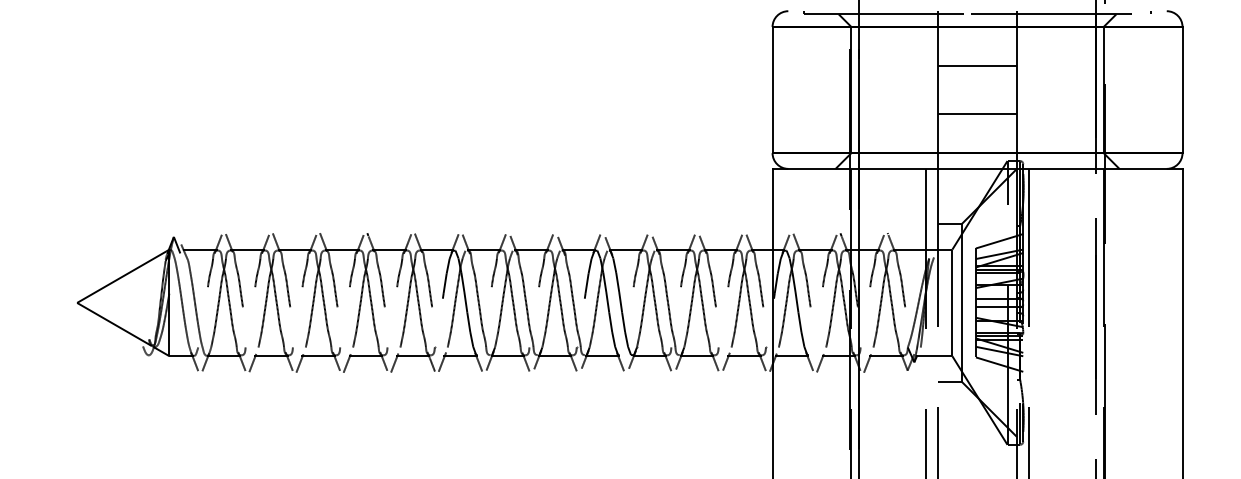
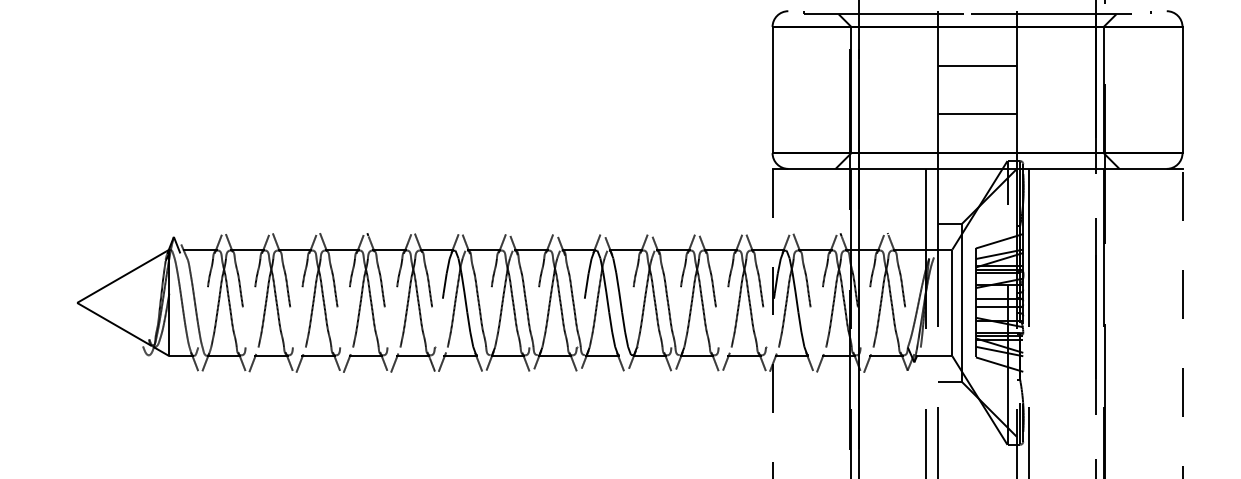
line at (772, 323): solid -> dashed
line at (1182, 323): solid -> dashed
